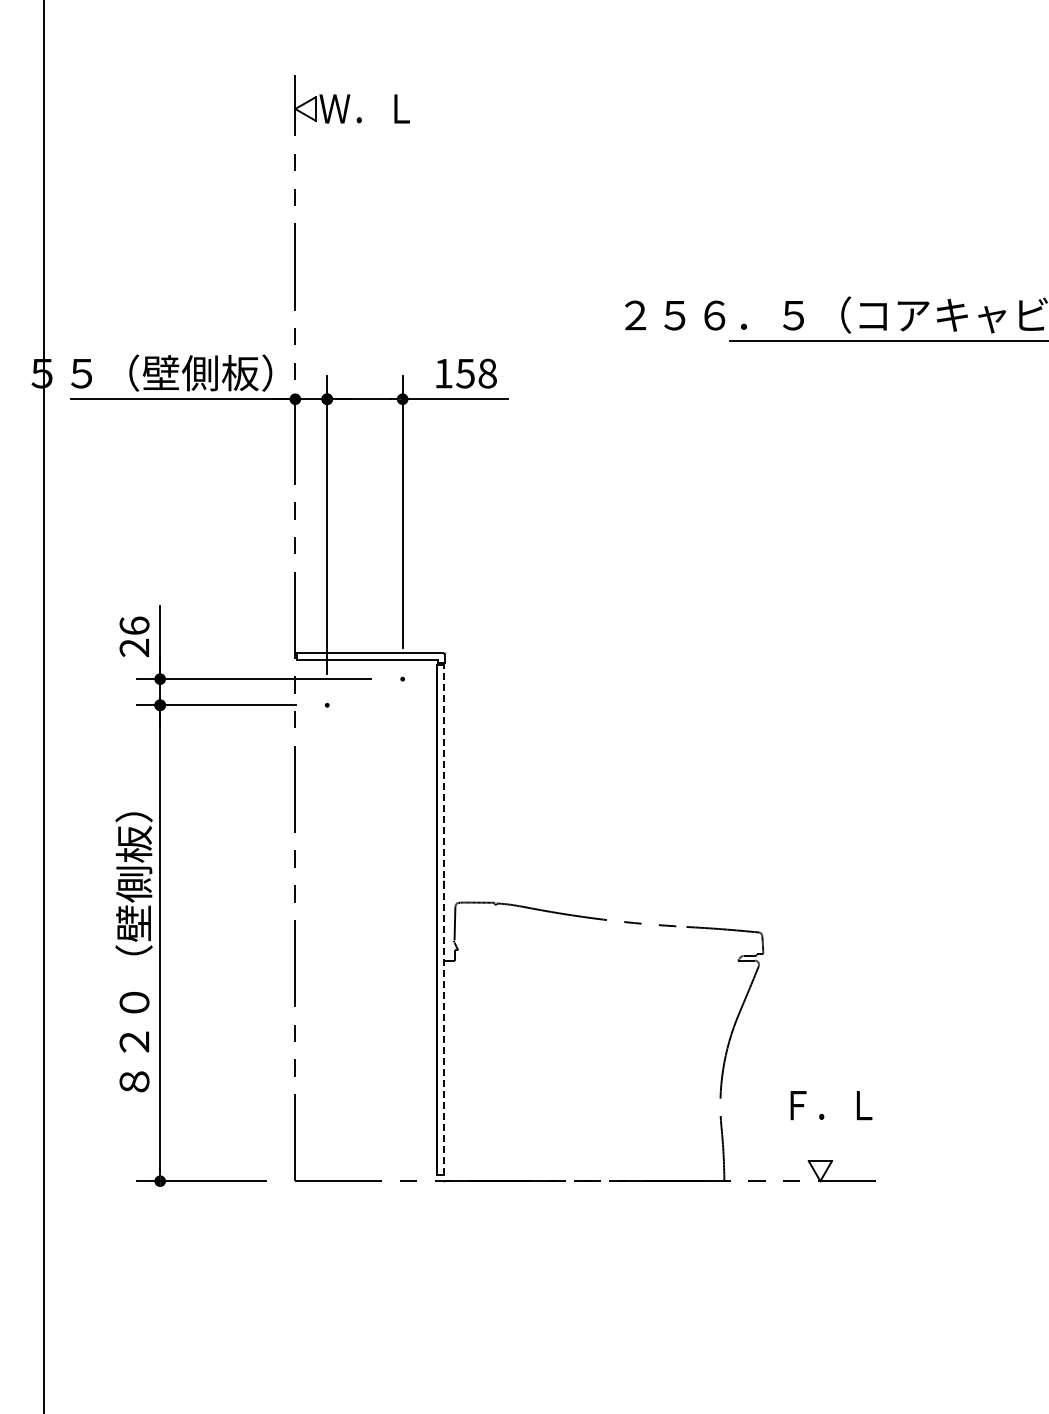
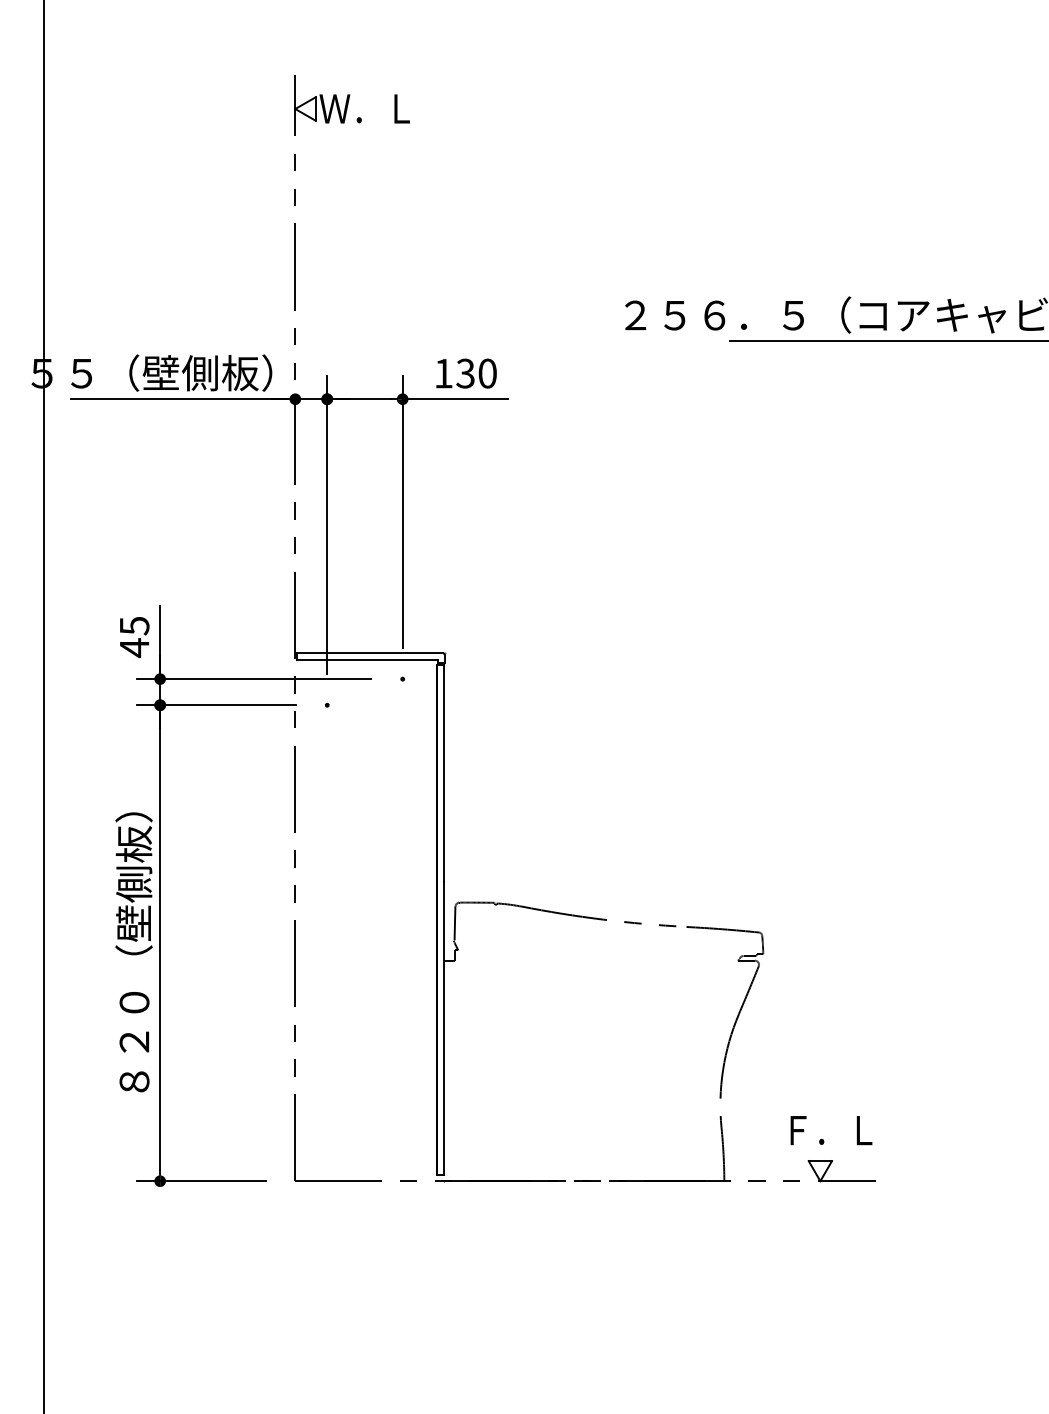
text at (476, 373): 158 -> 130
text at (134, 636): 26 -> 45
line at (443, 919): dashed -> solid
text at (831, 1105) position: (831, 1105) -> (831, 1130)
